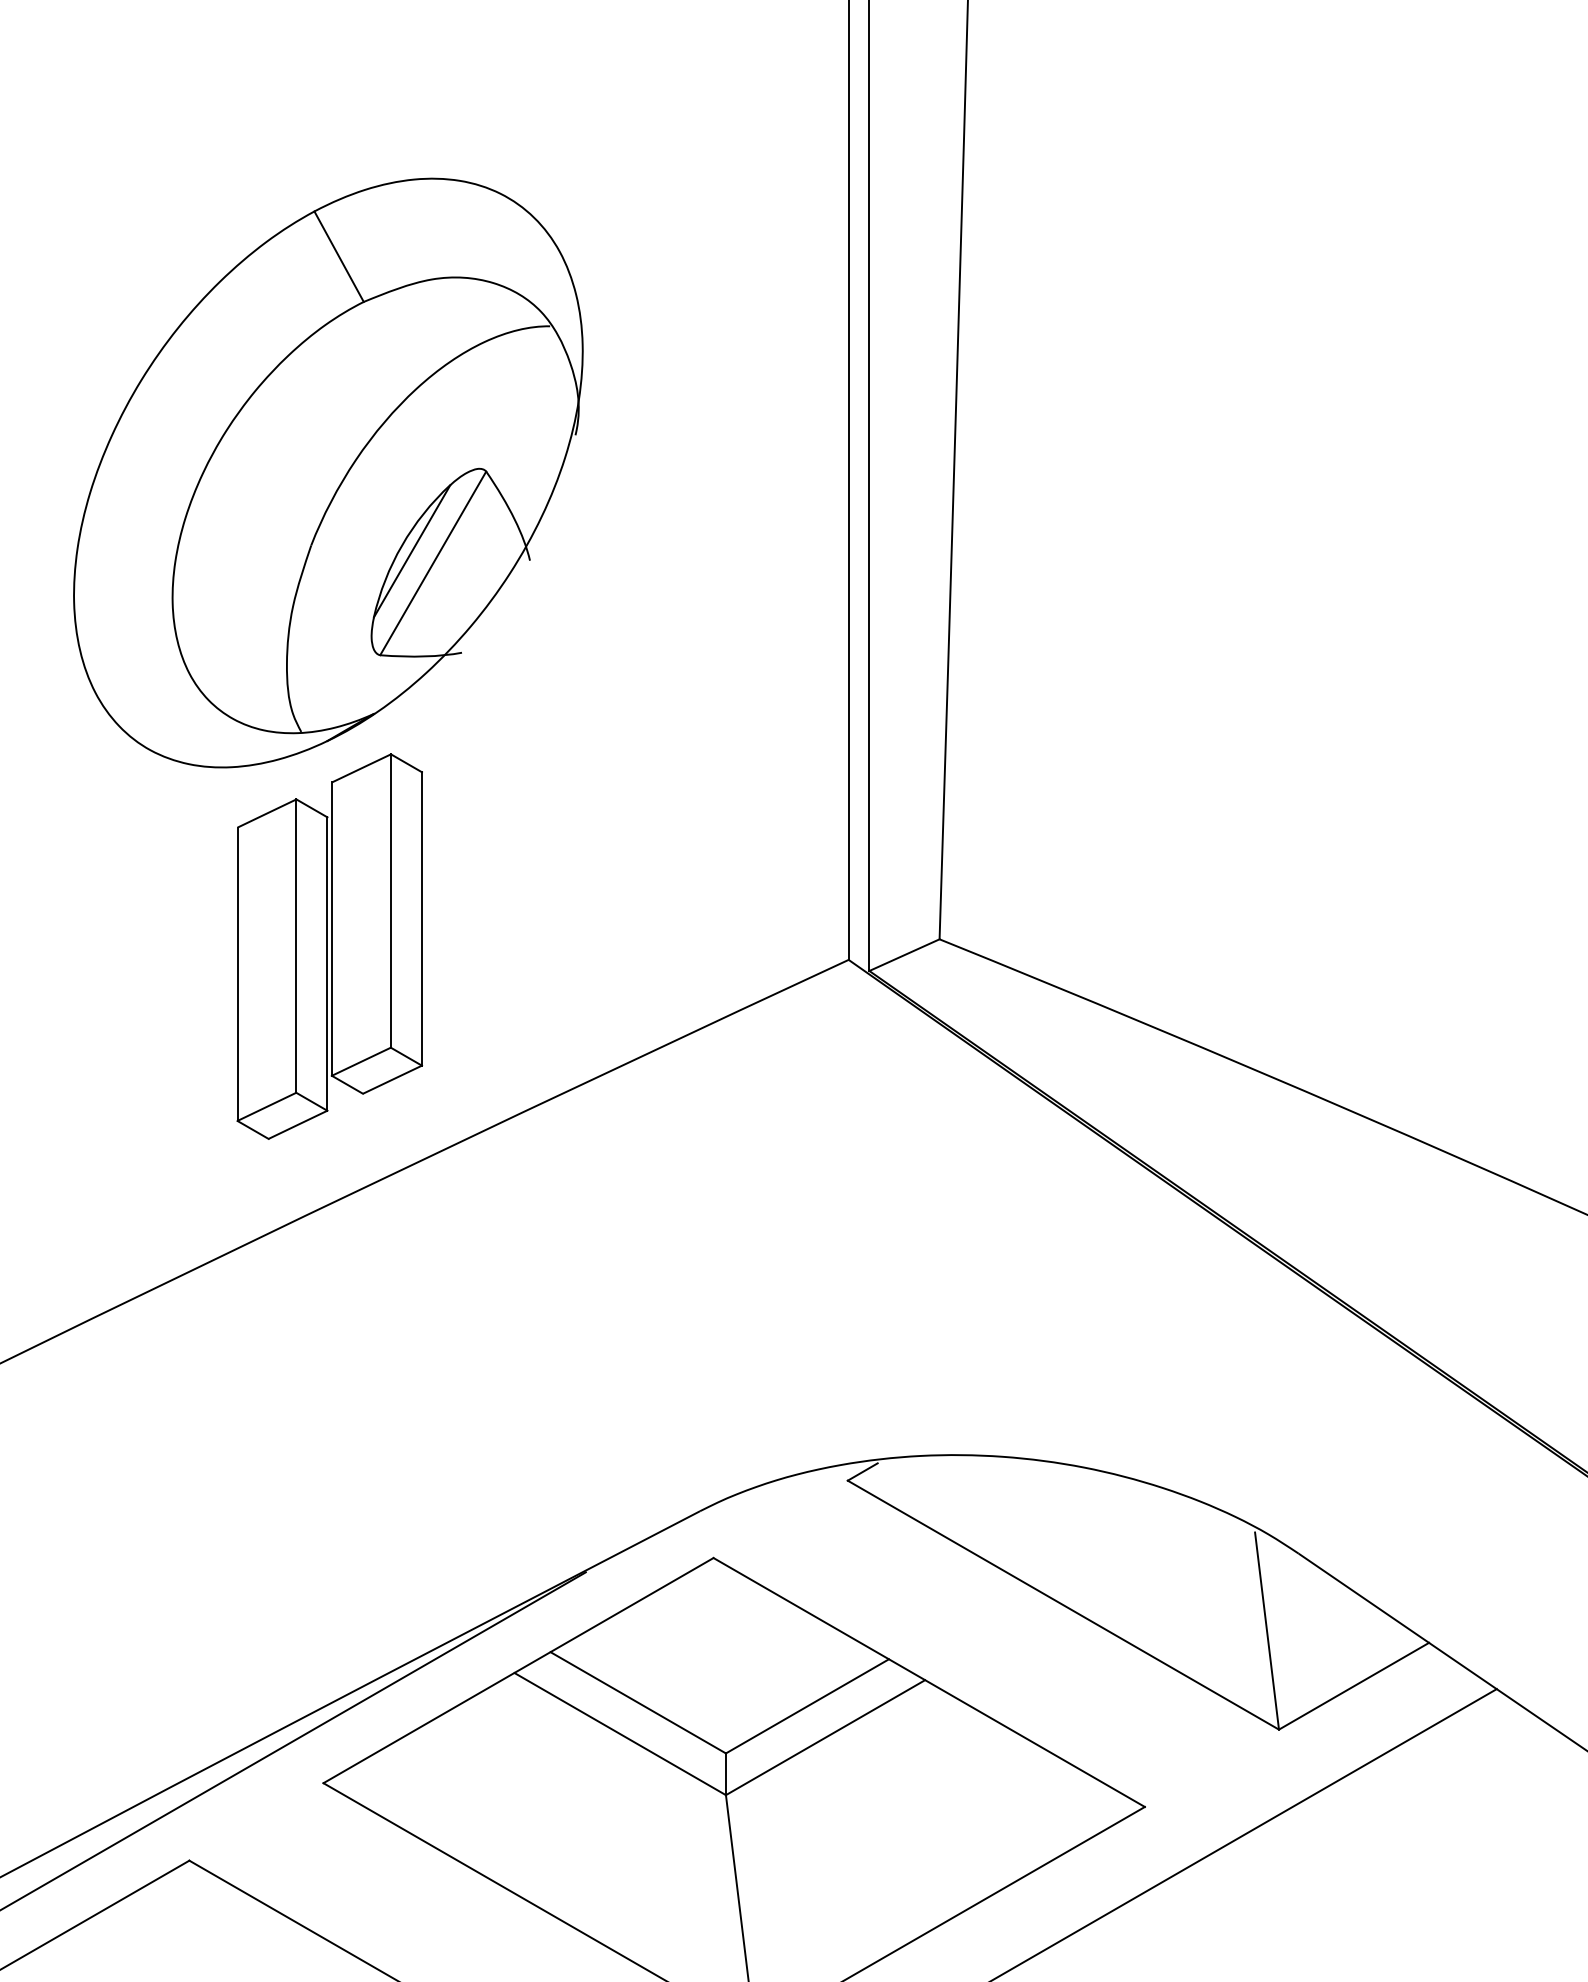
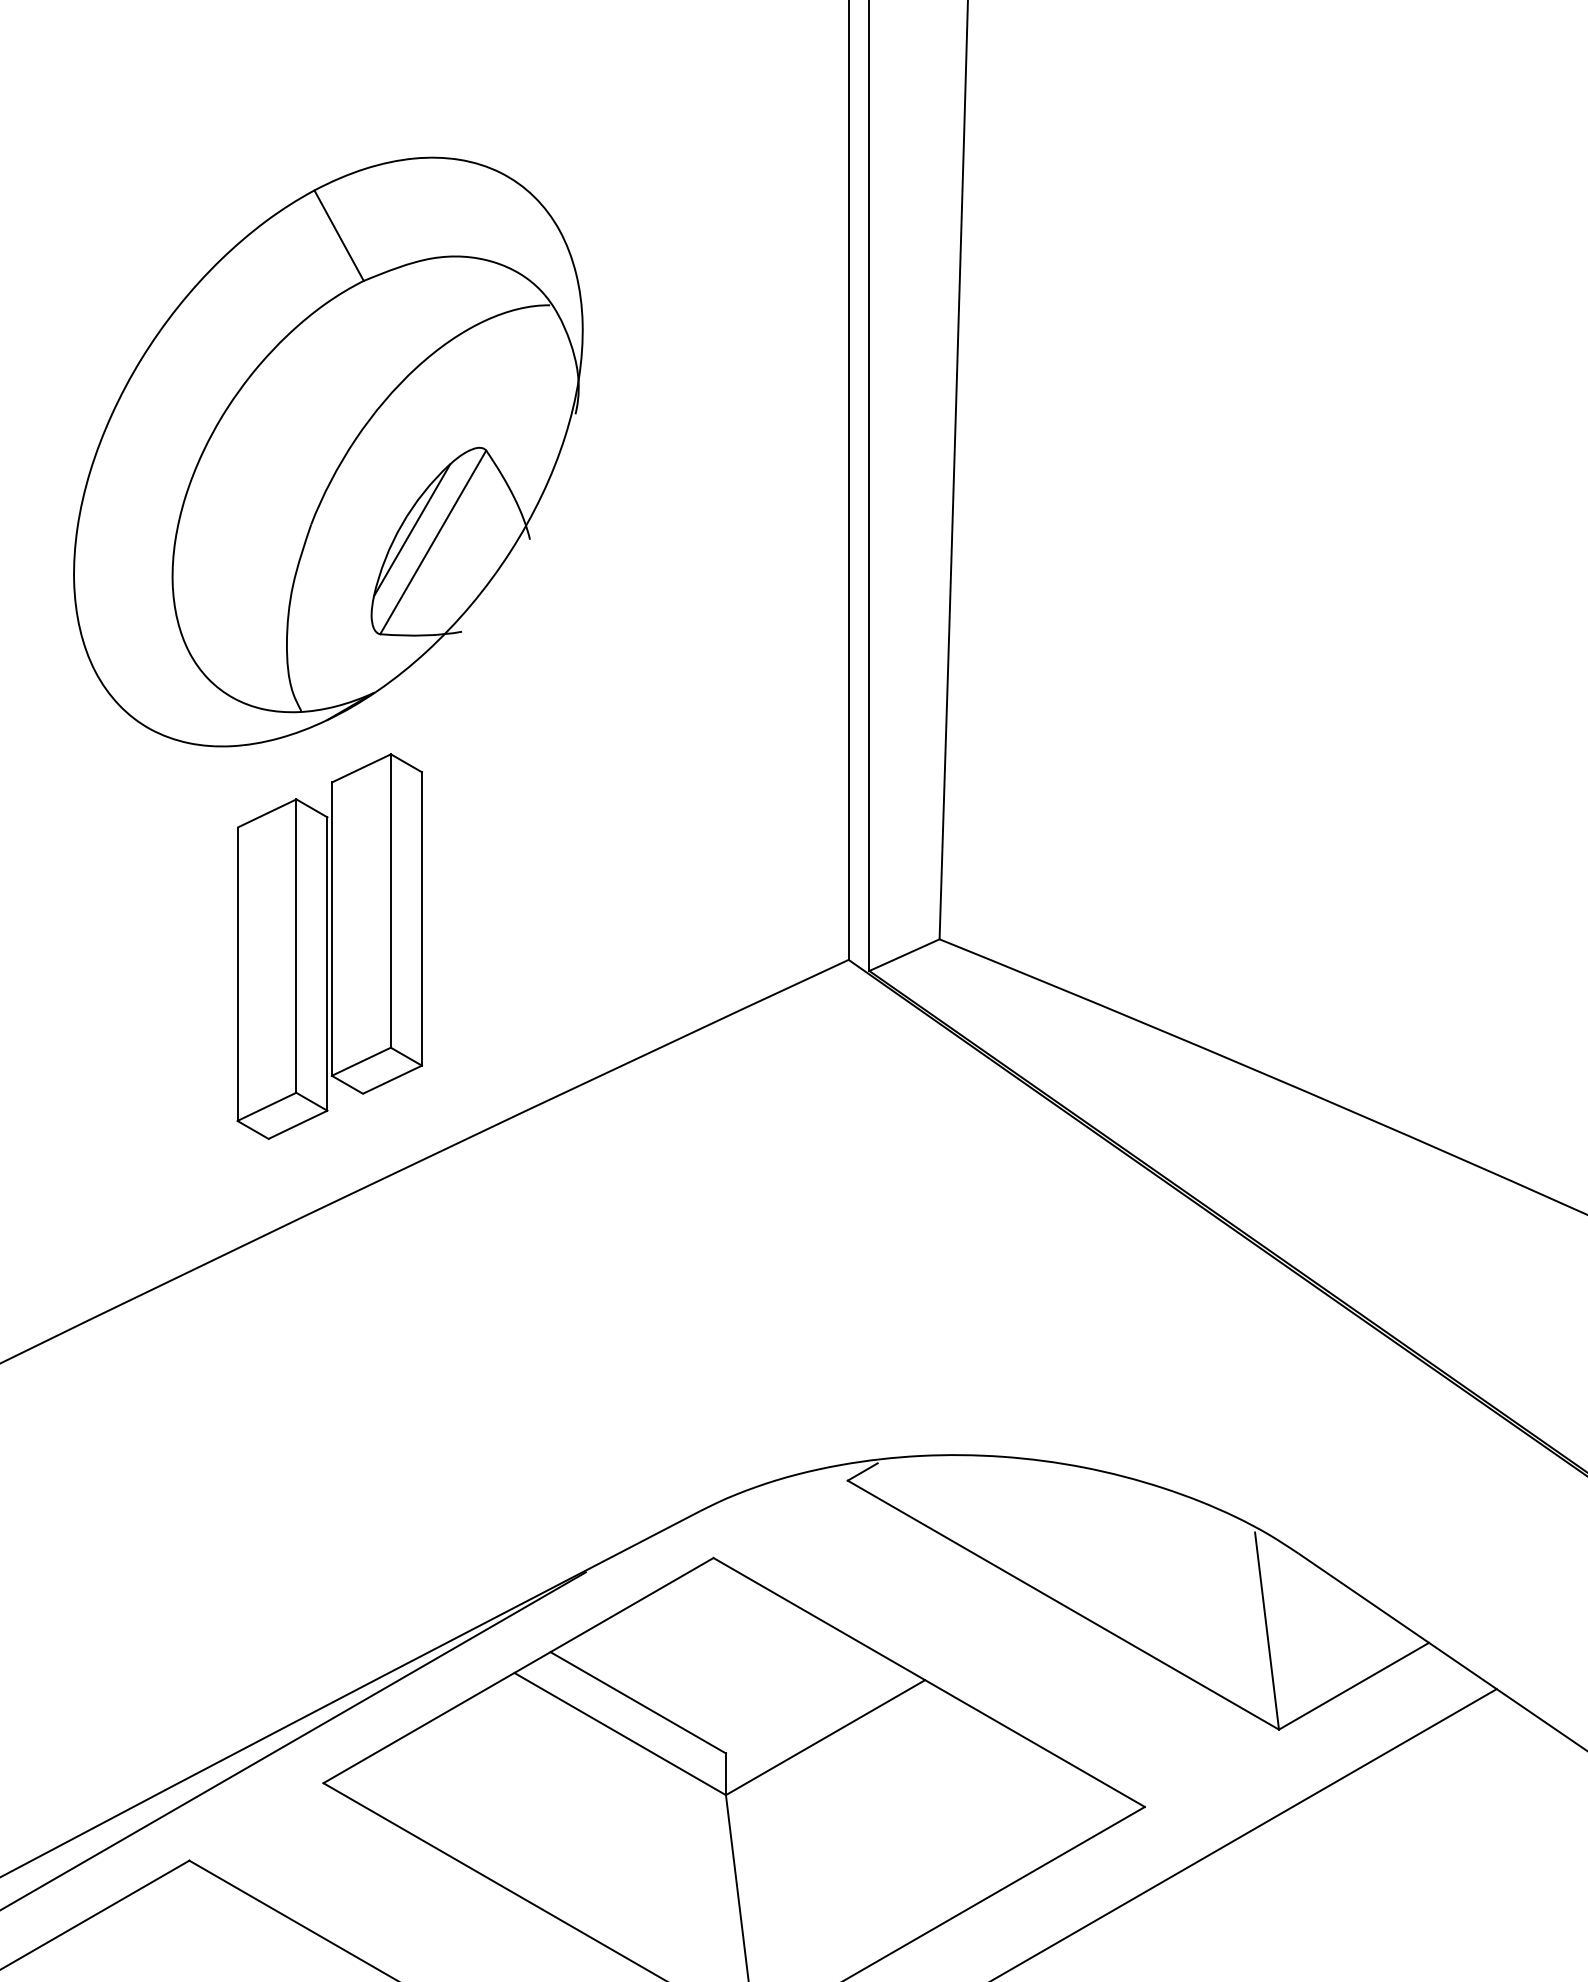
part at (328, 472) position: (328, 472) -> (328, 451)
line at (806, 1706): present -> none
